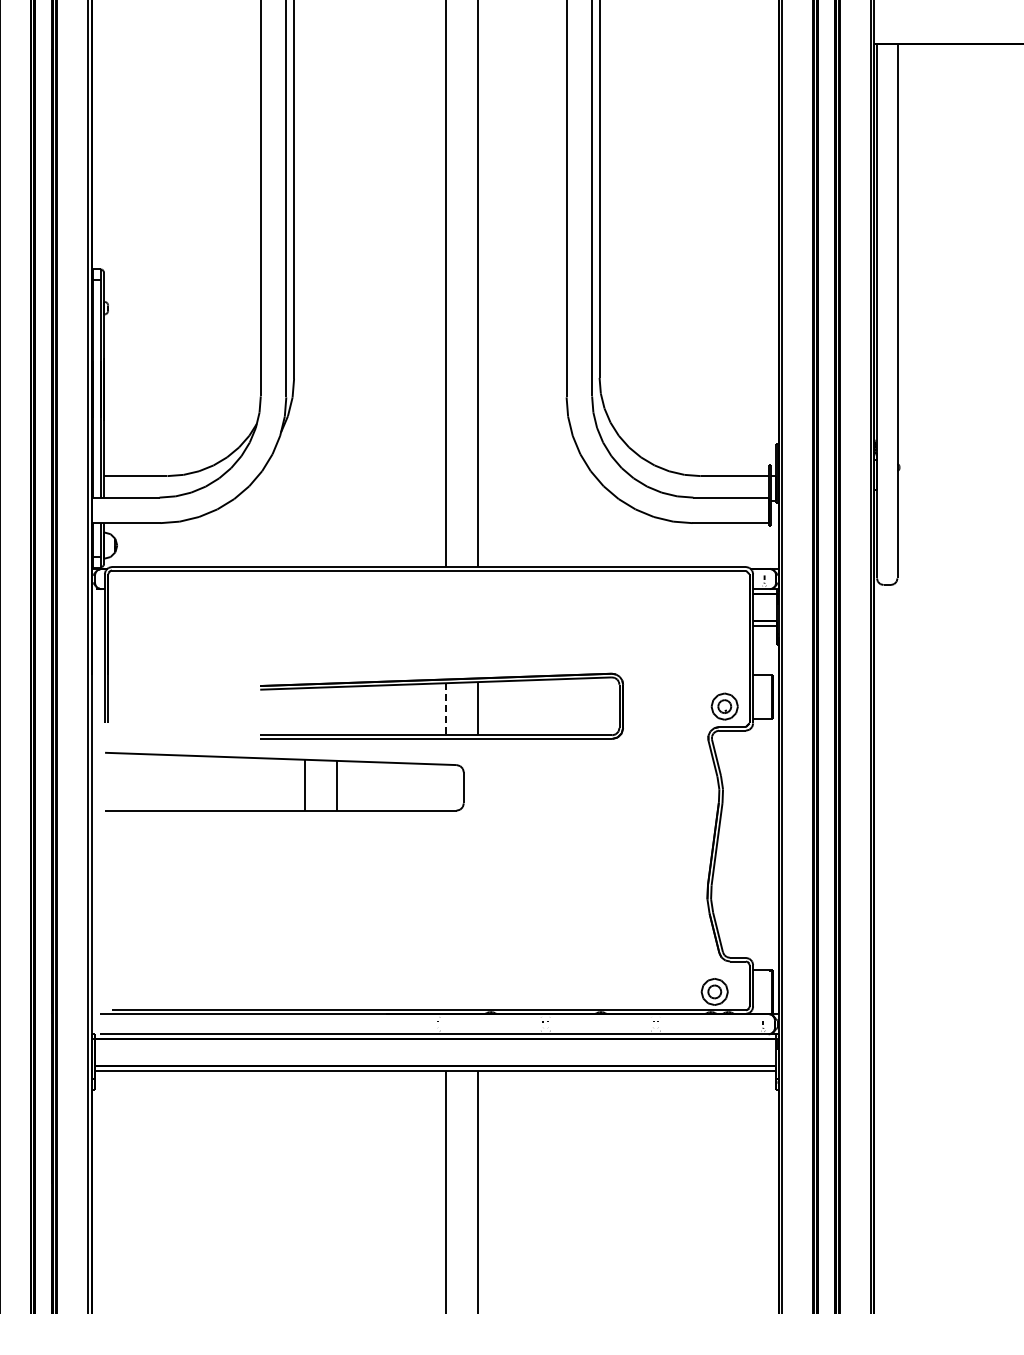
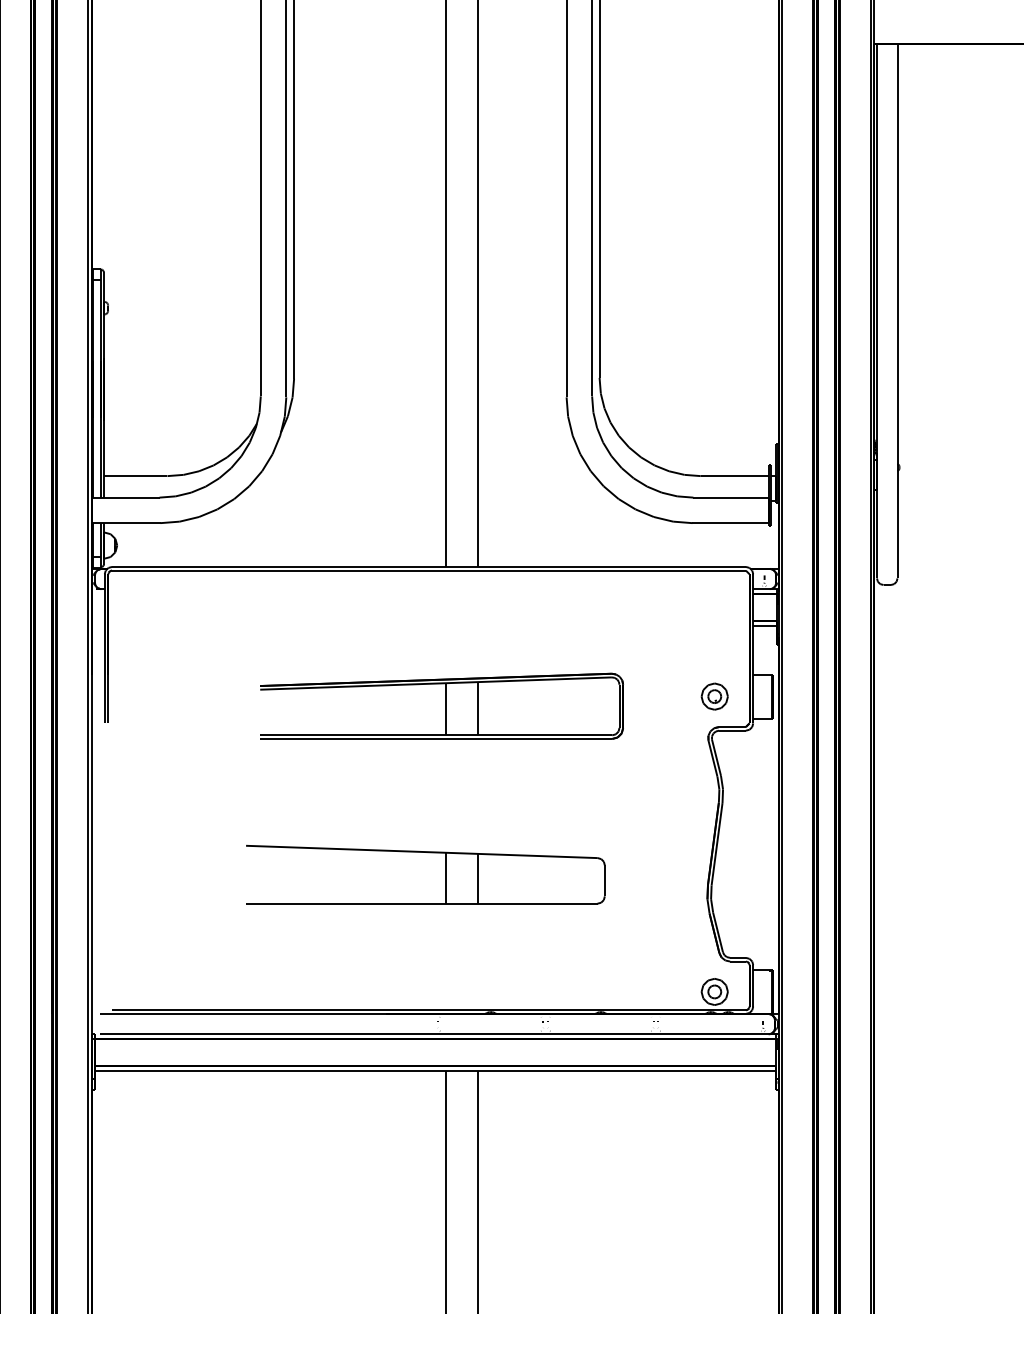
part at (724, 706) position: (724, 706) -> (714, 696)
line at (446, 709): dashed -> solid
part at (304, 781) position: (304, 781) -> (445, 874)
